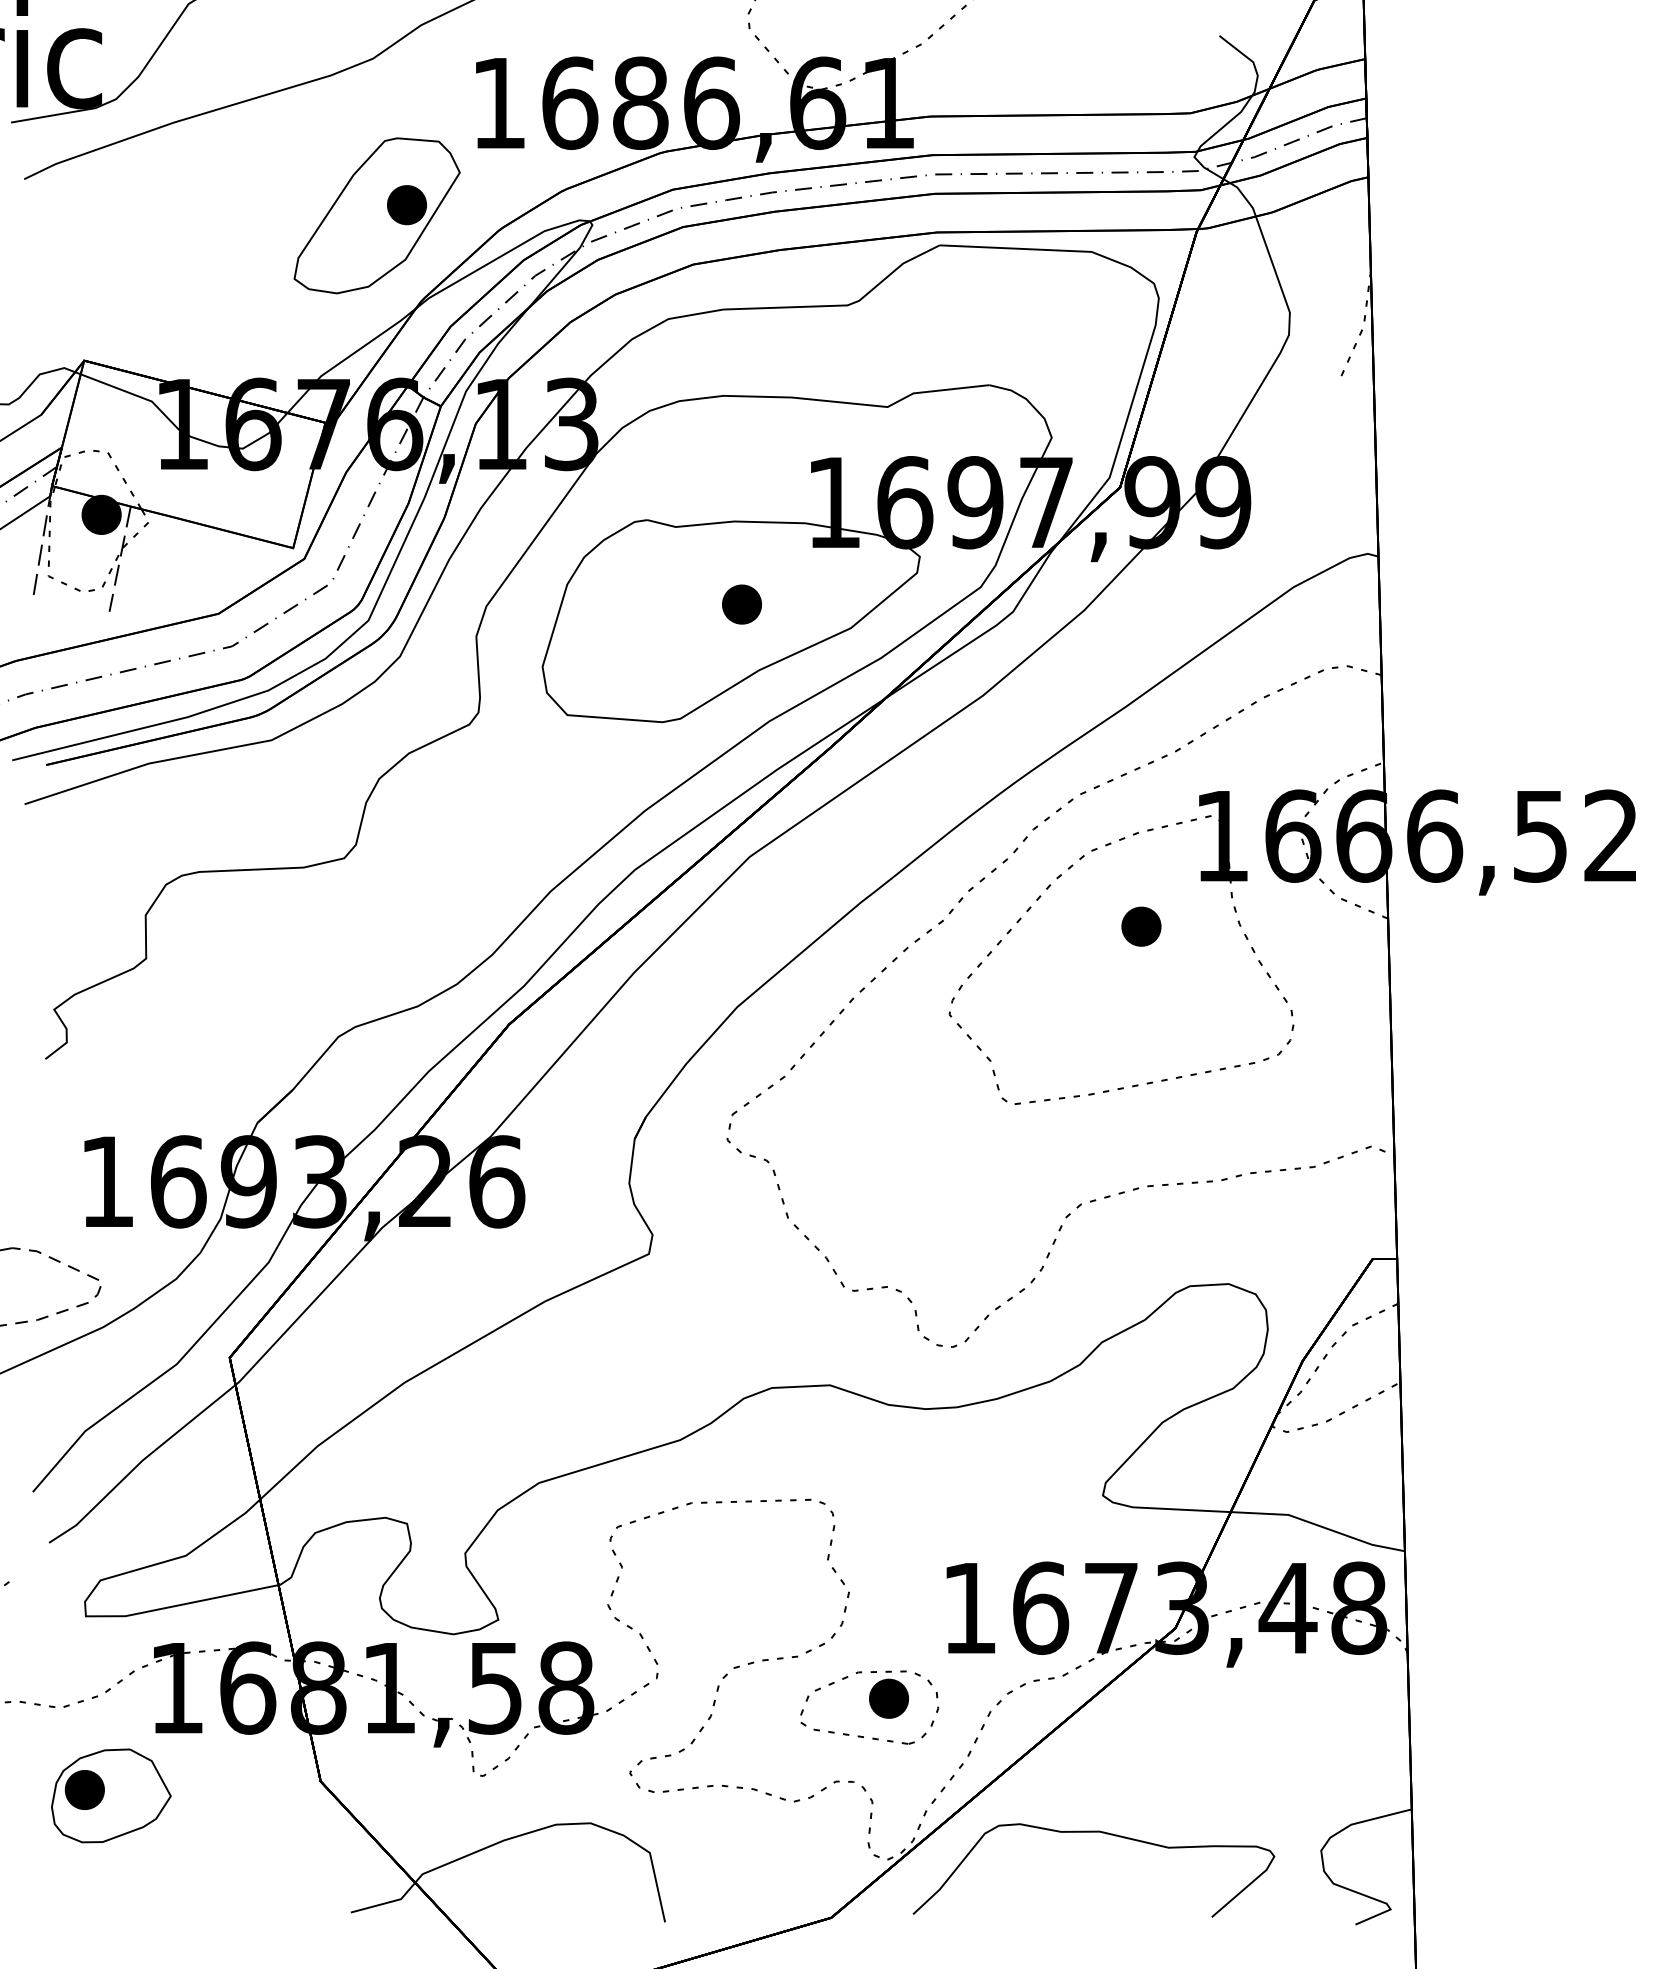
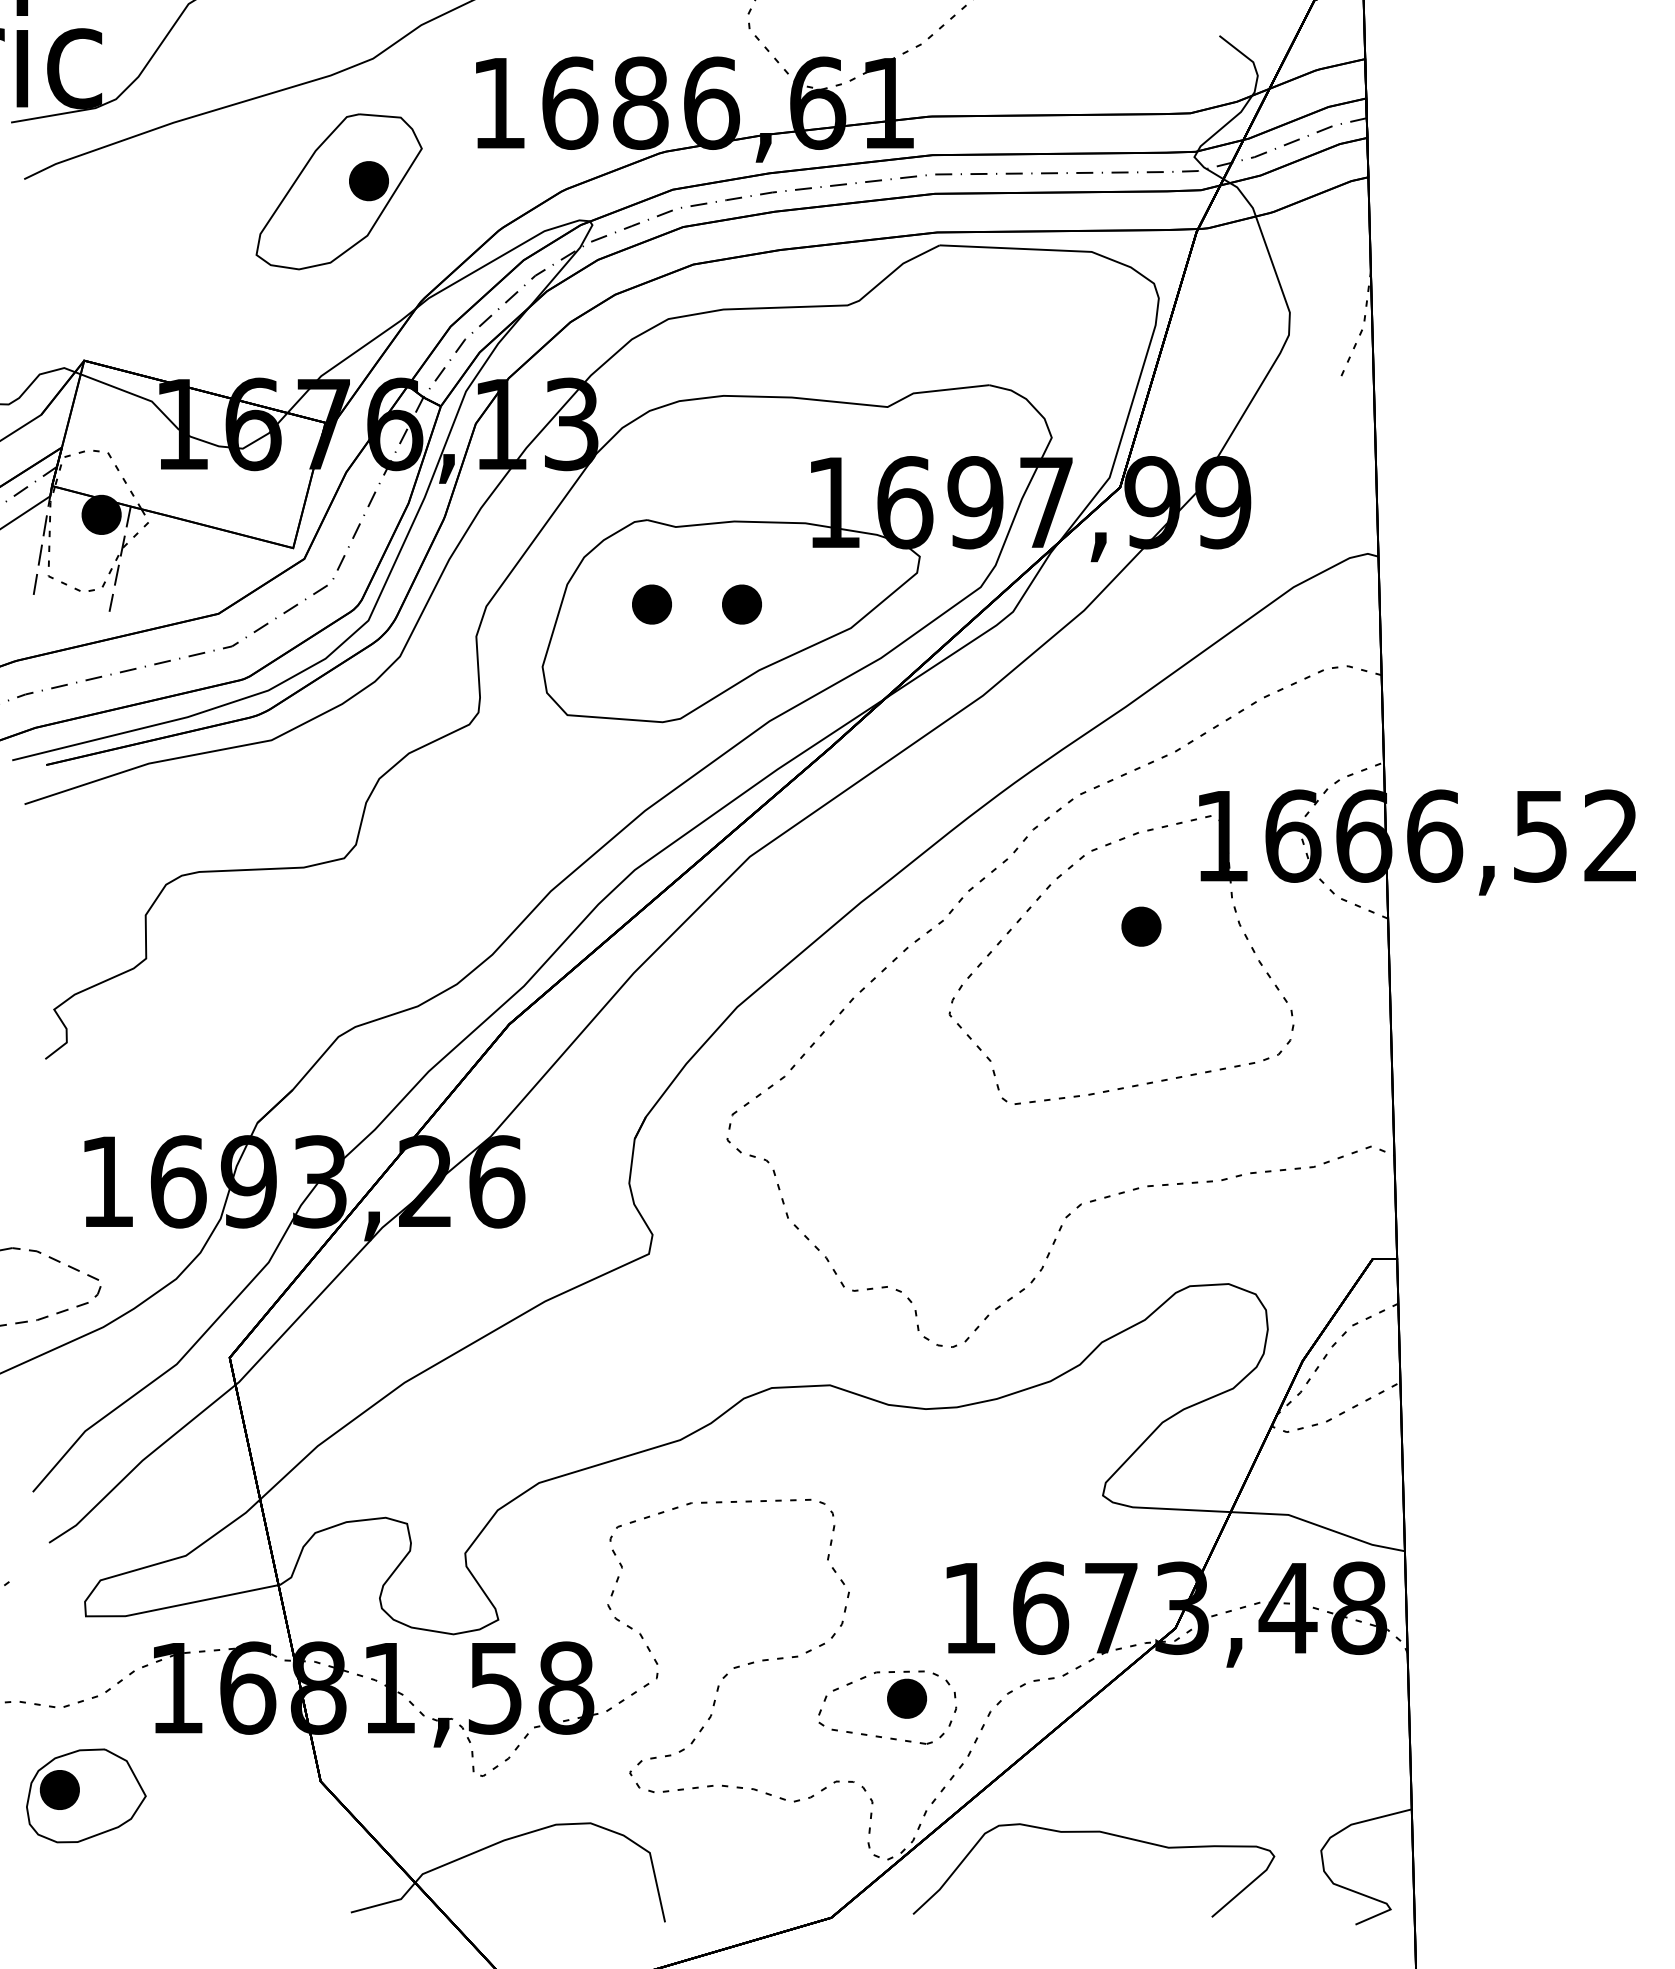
part at (376, 215) position: (376, 215) -> (338, 191)
part at (651, 604): none -> present
part at (869, 1707) position: (869, 1707) -> (887, 1707)
part at (111, 1795) position: (111, 1795) -> (86, 1795)
